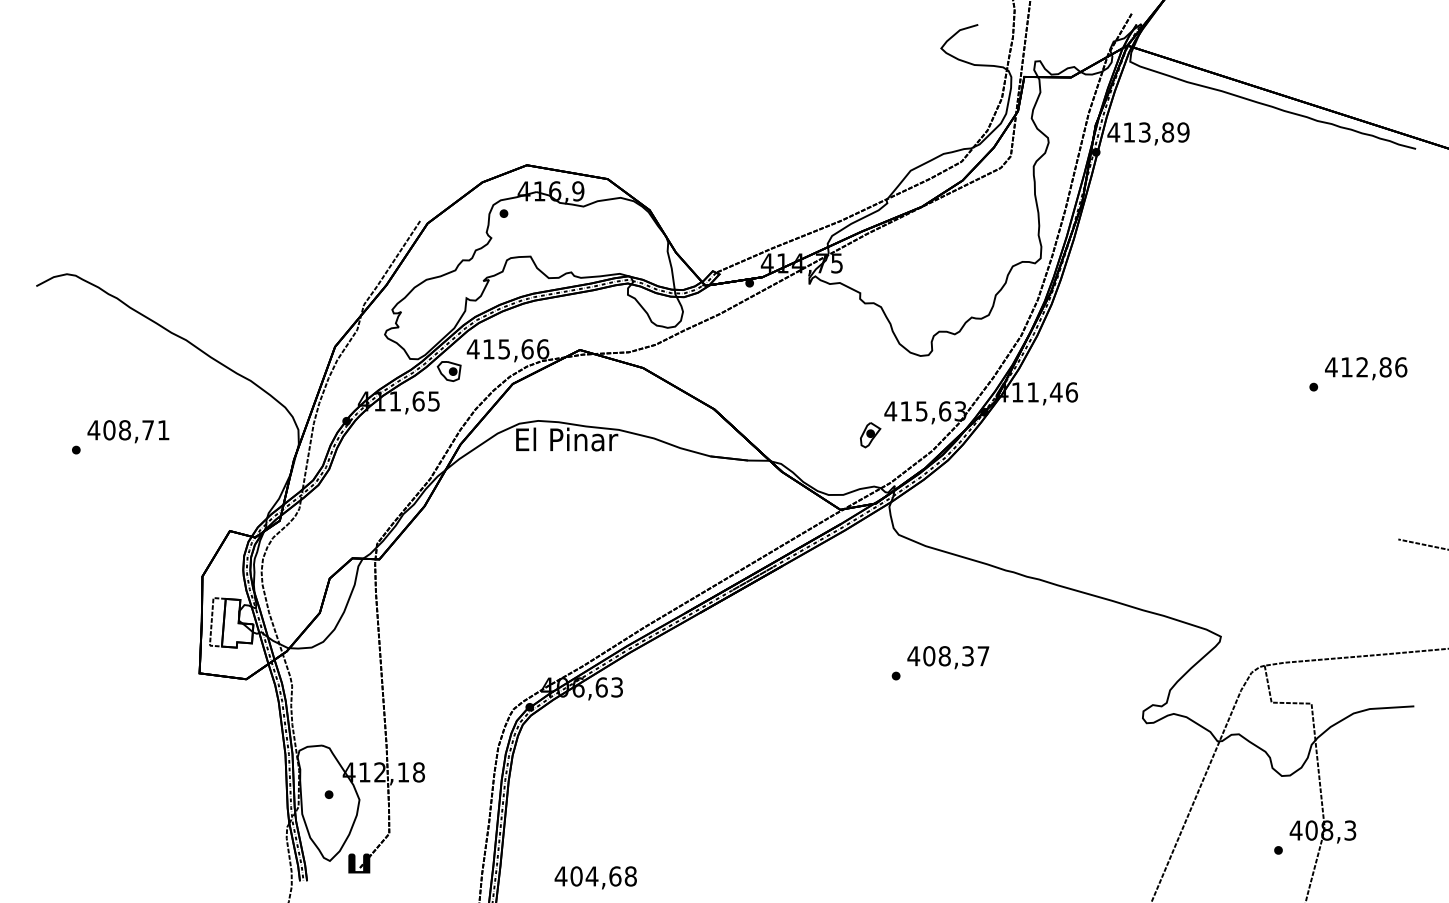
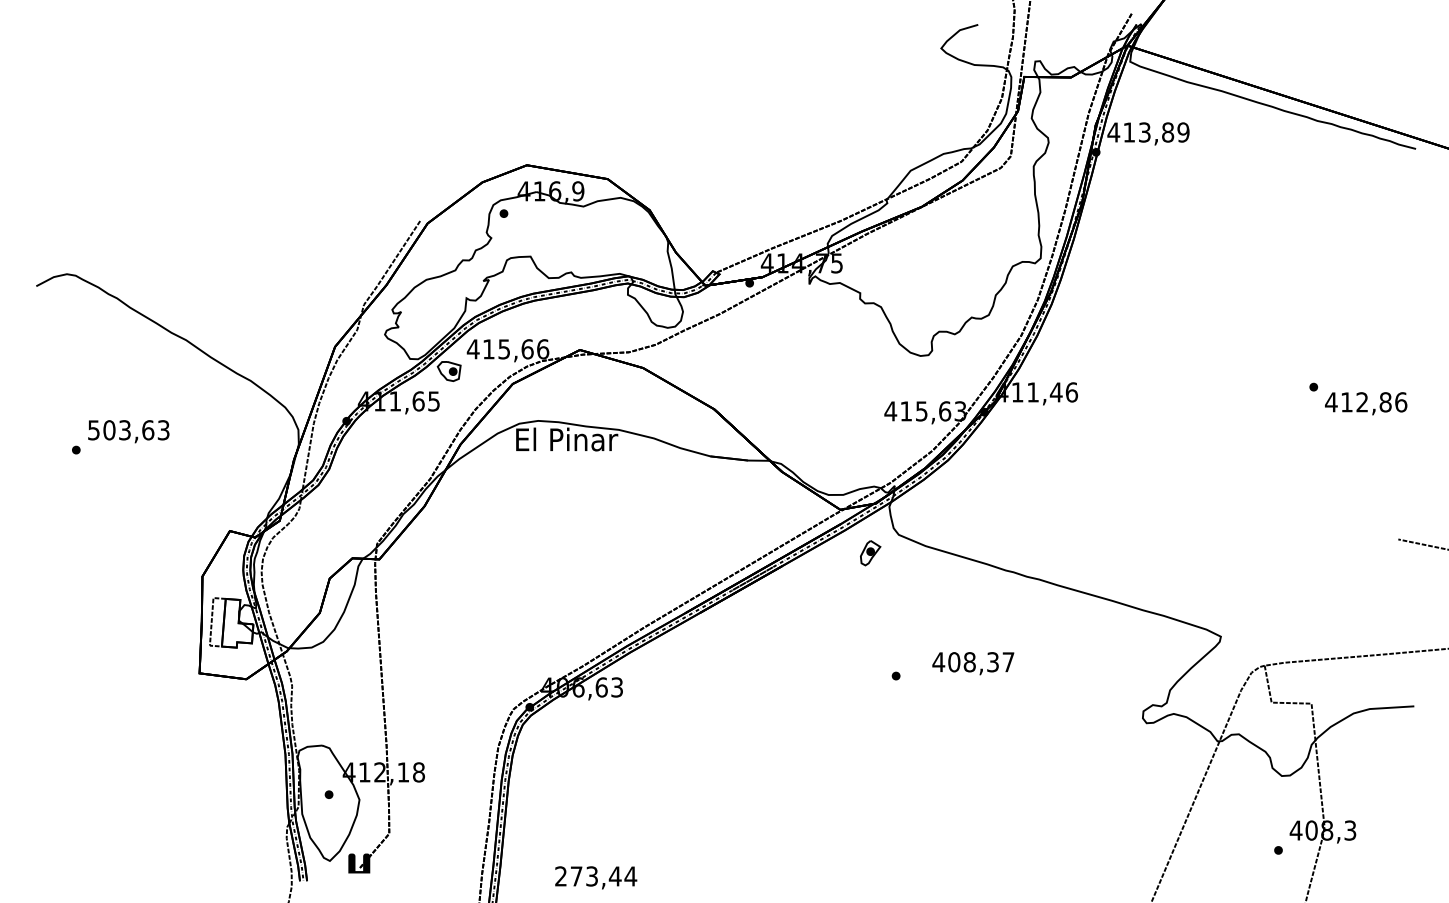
text at (1366, 368) position: (1366, 368) -> (1366, 403)
text at (128, 430): 408,71 -> 503,63
part at (870, 435) position: (870, 435) -> (870, 553)
text at (948, 657) position: (948, 657) -> (973, 663)
text at (595, 876): 404,68 -> 273,44
